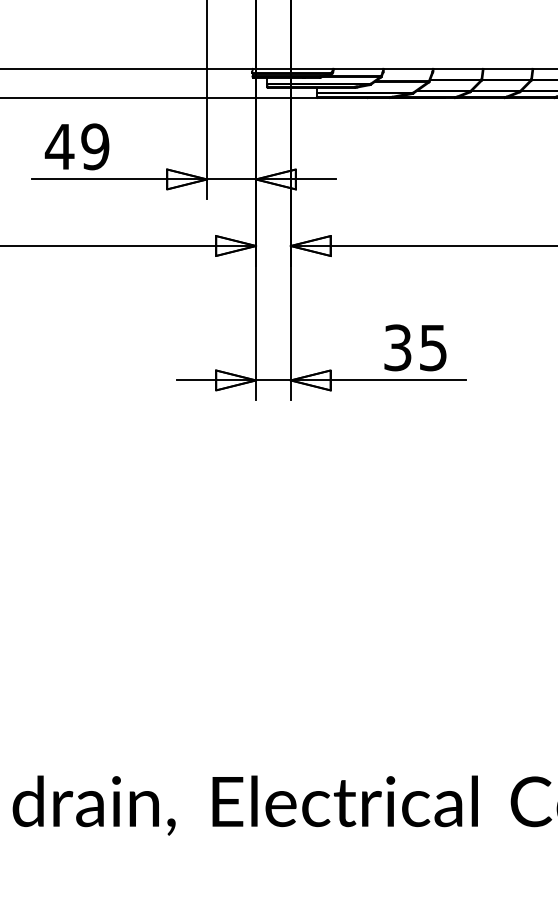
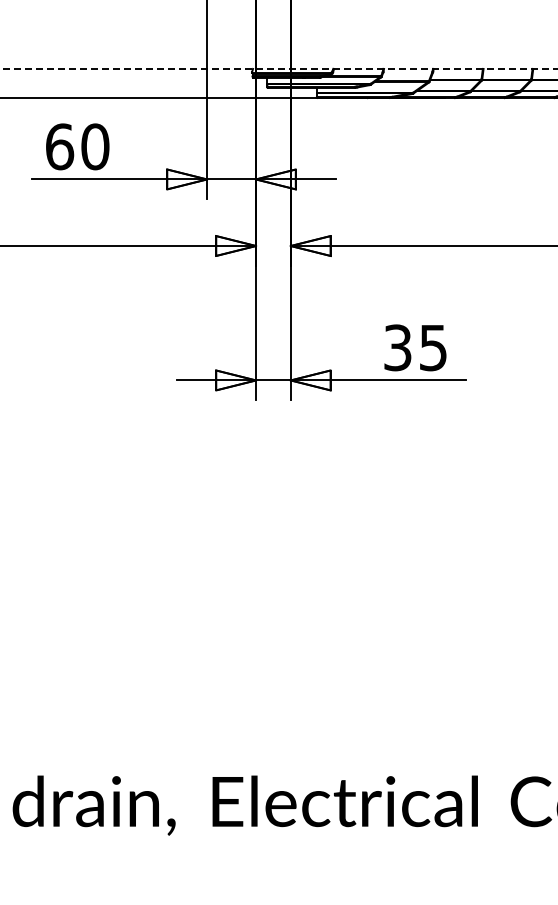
line at (278, 68): solid -> dashed
text at (76, 146): 49 -> 60
